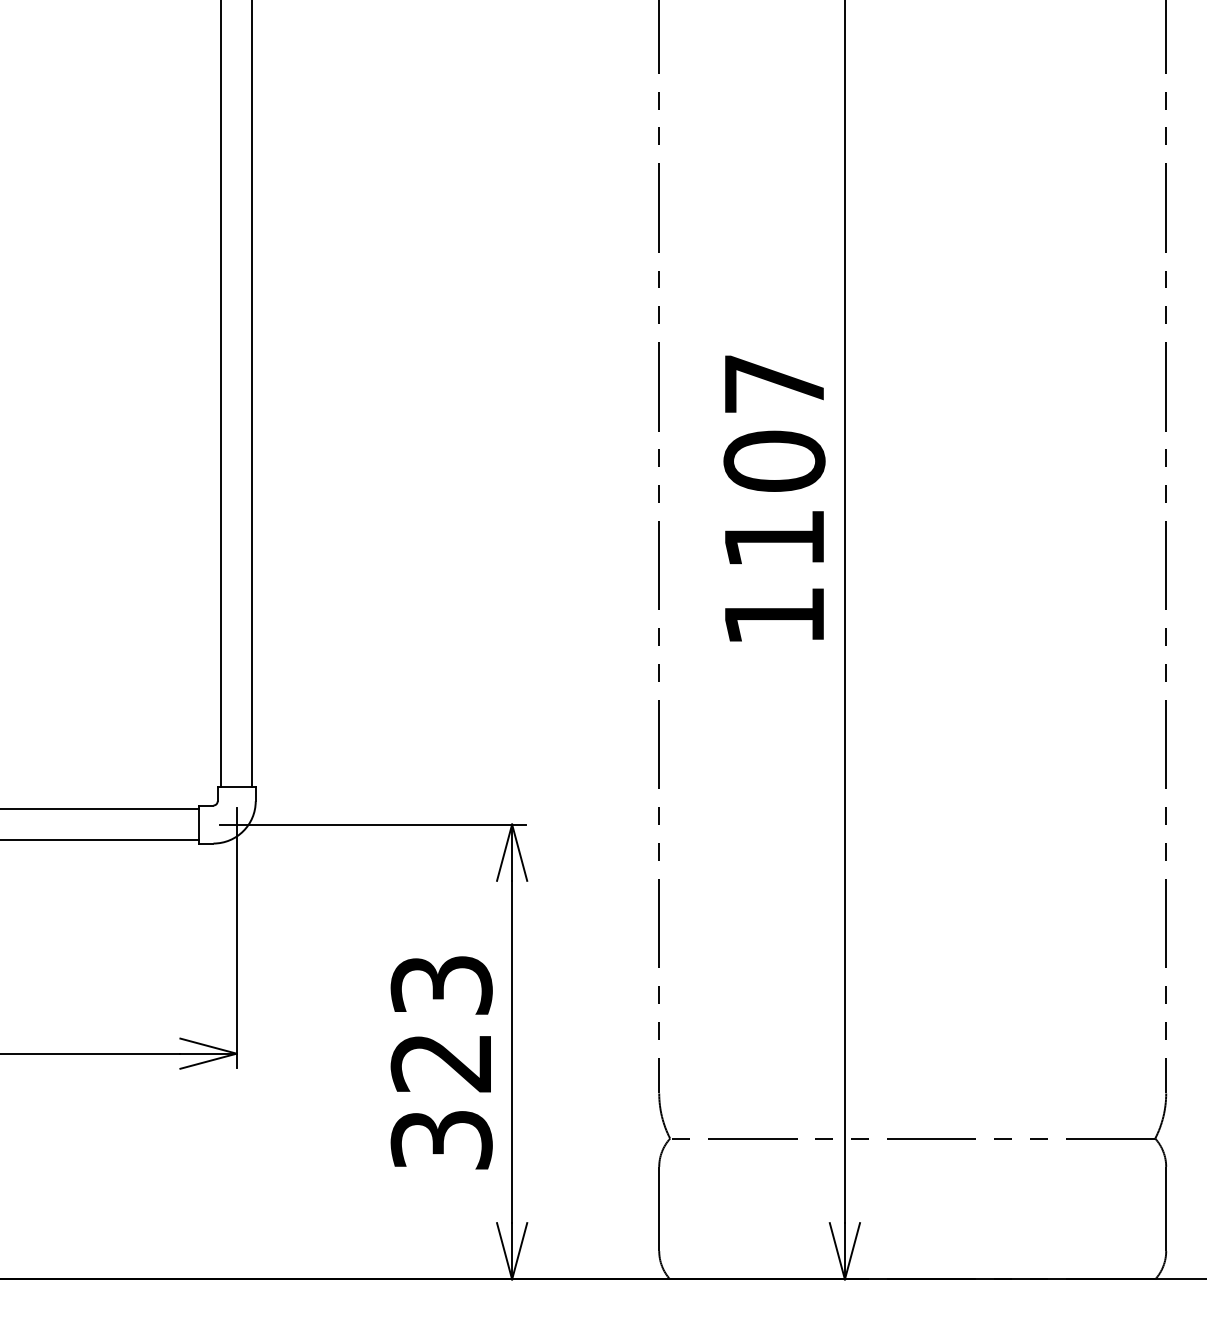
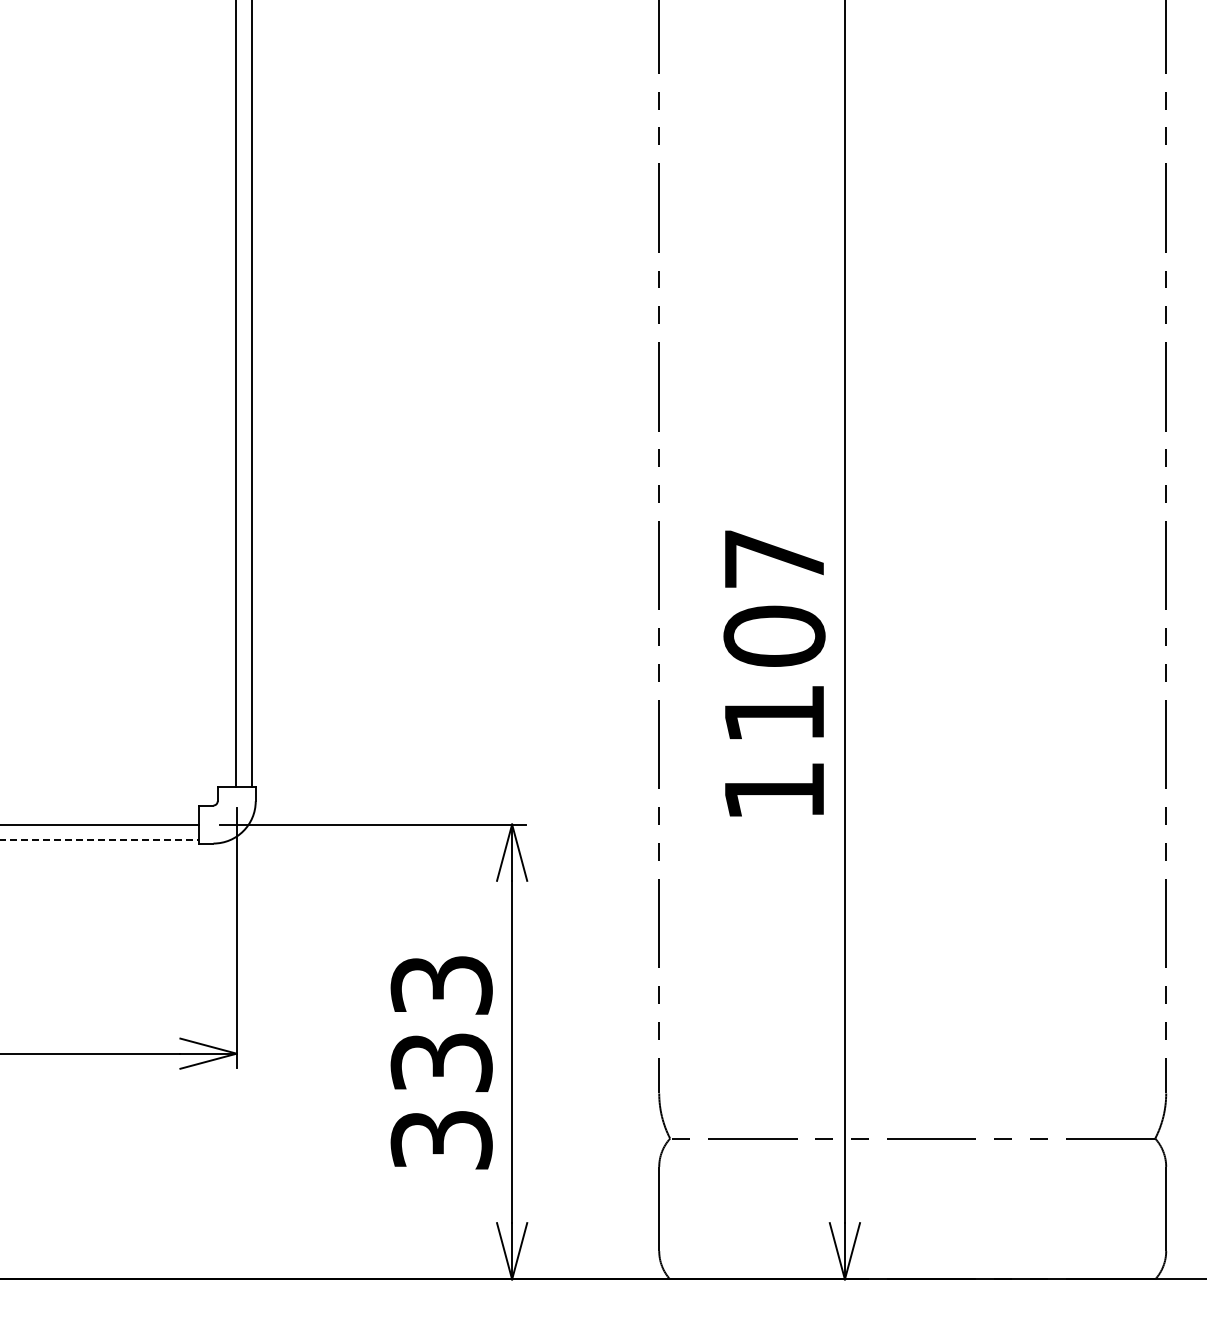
line at (221, 394) position: (221, 394) -> (236, 394)
text at (774, 498) position: (774, 498) -> (774, 673)
line at (100, 809) position: (100, 809) -> (100, 825)
line at (99, 839): solid -> dashed
text at (441, 1062): 323 -> 333
